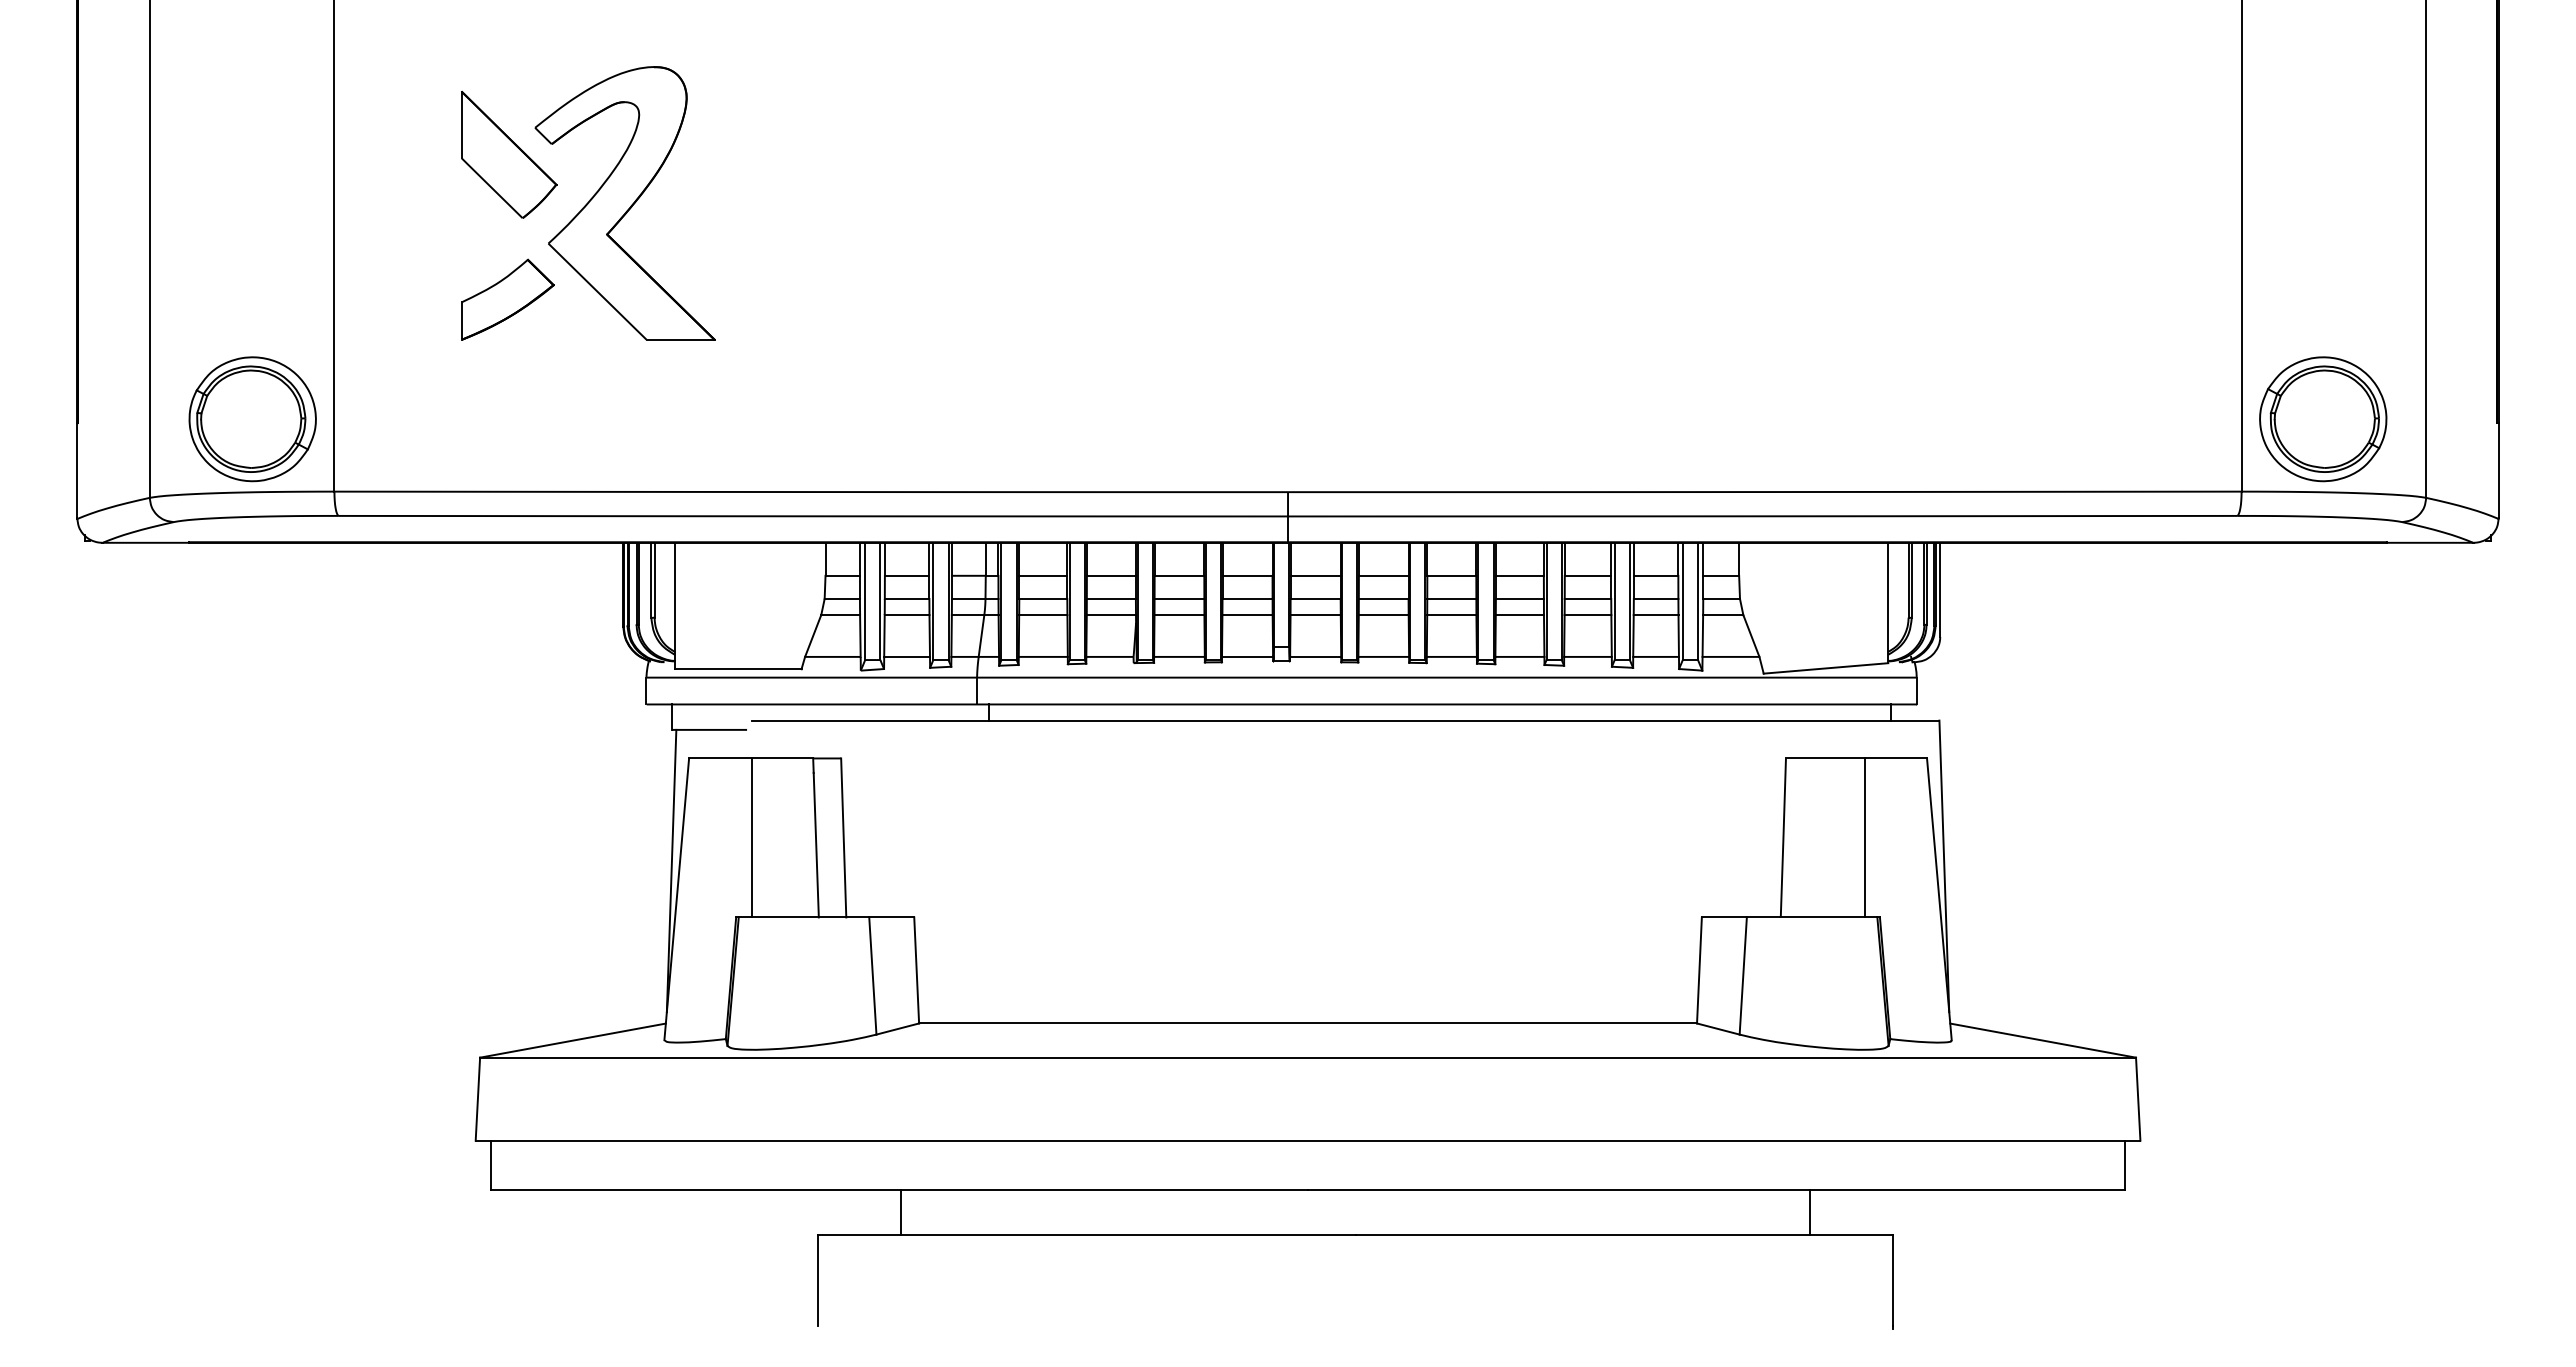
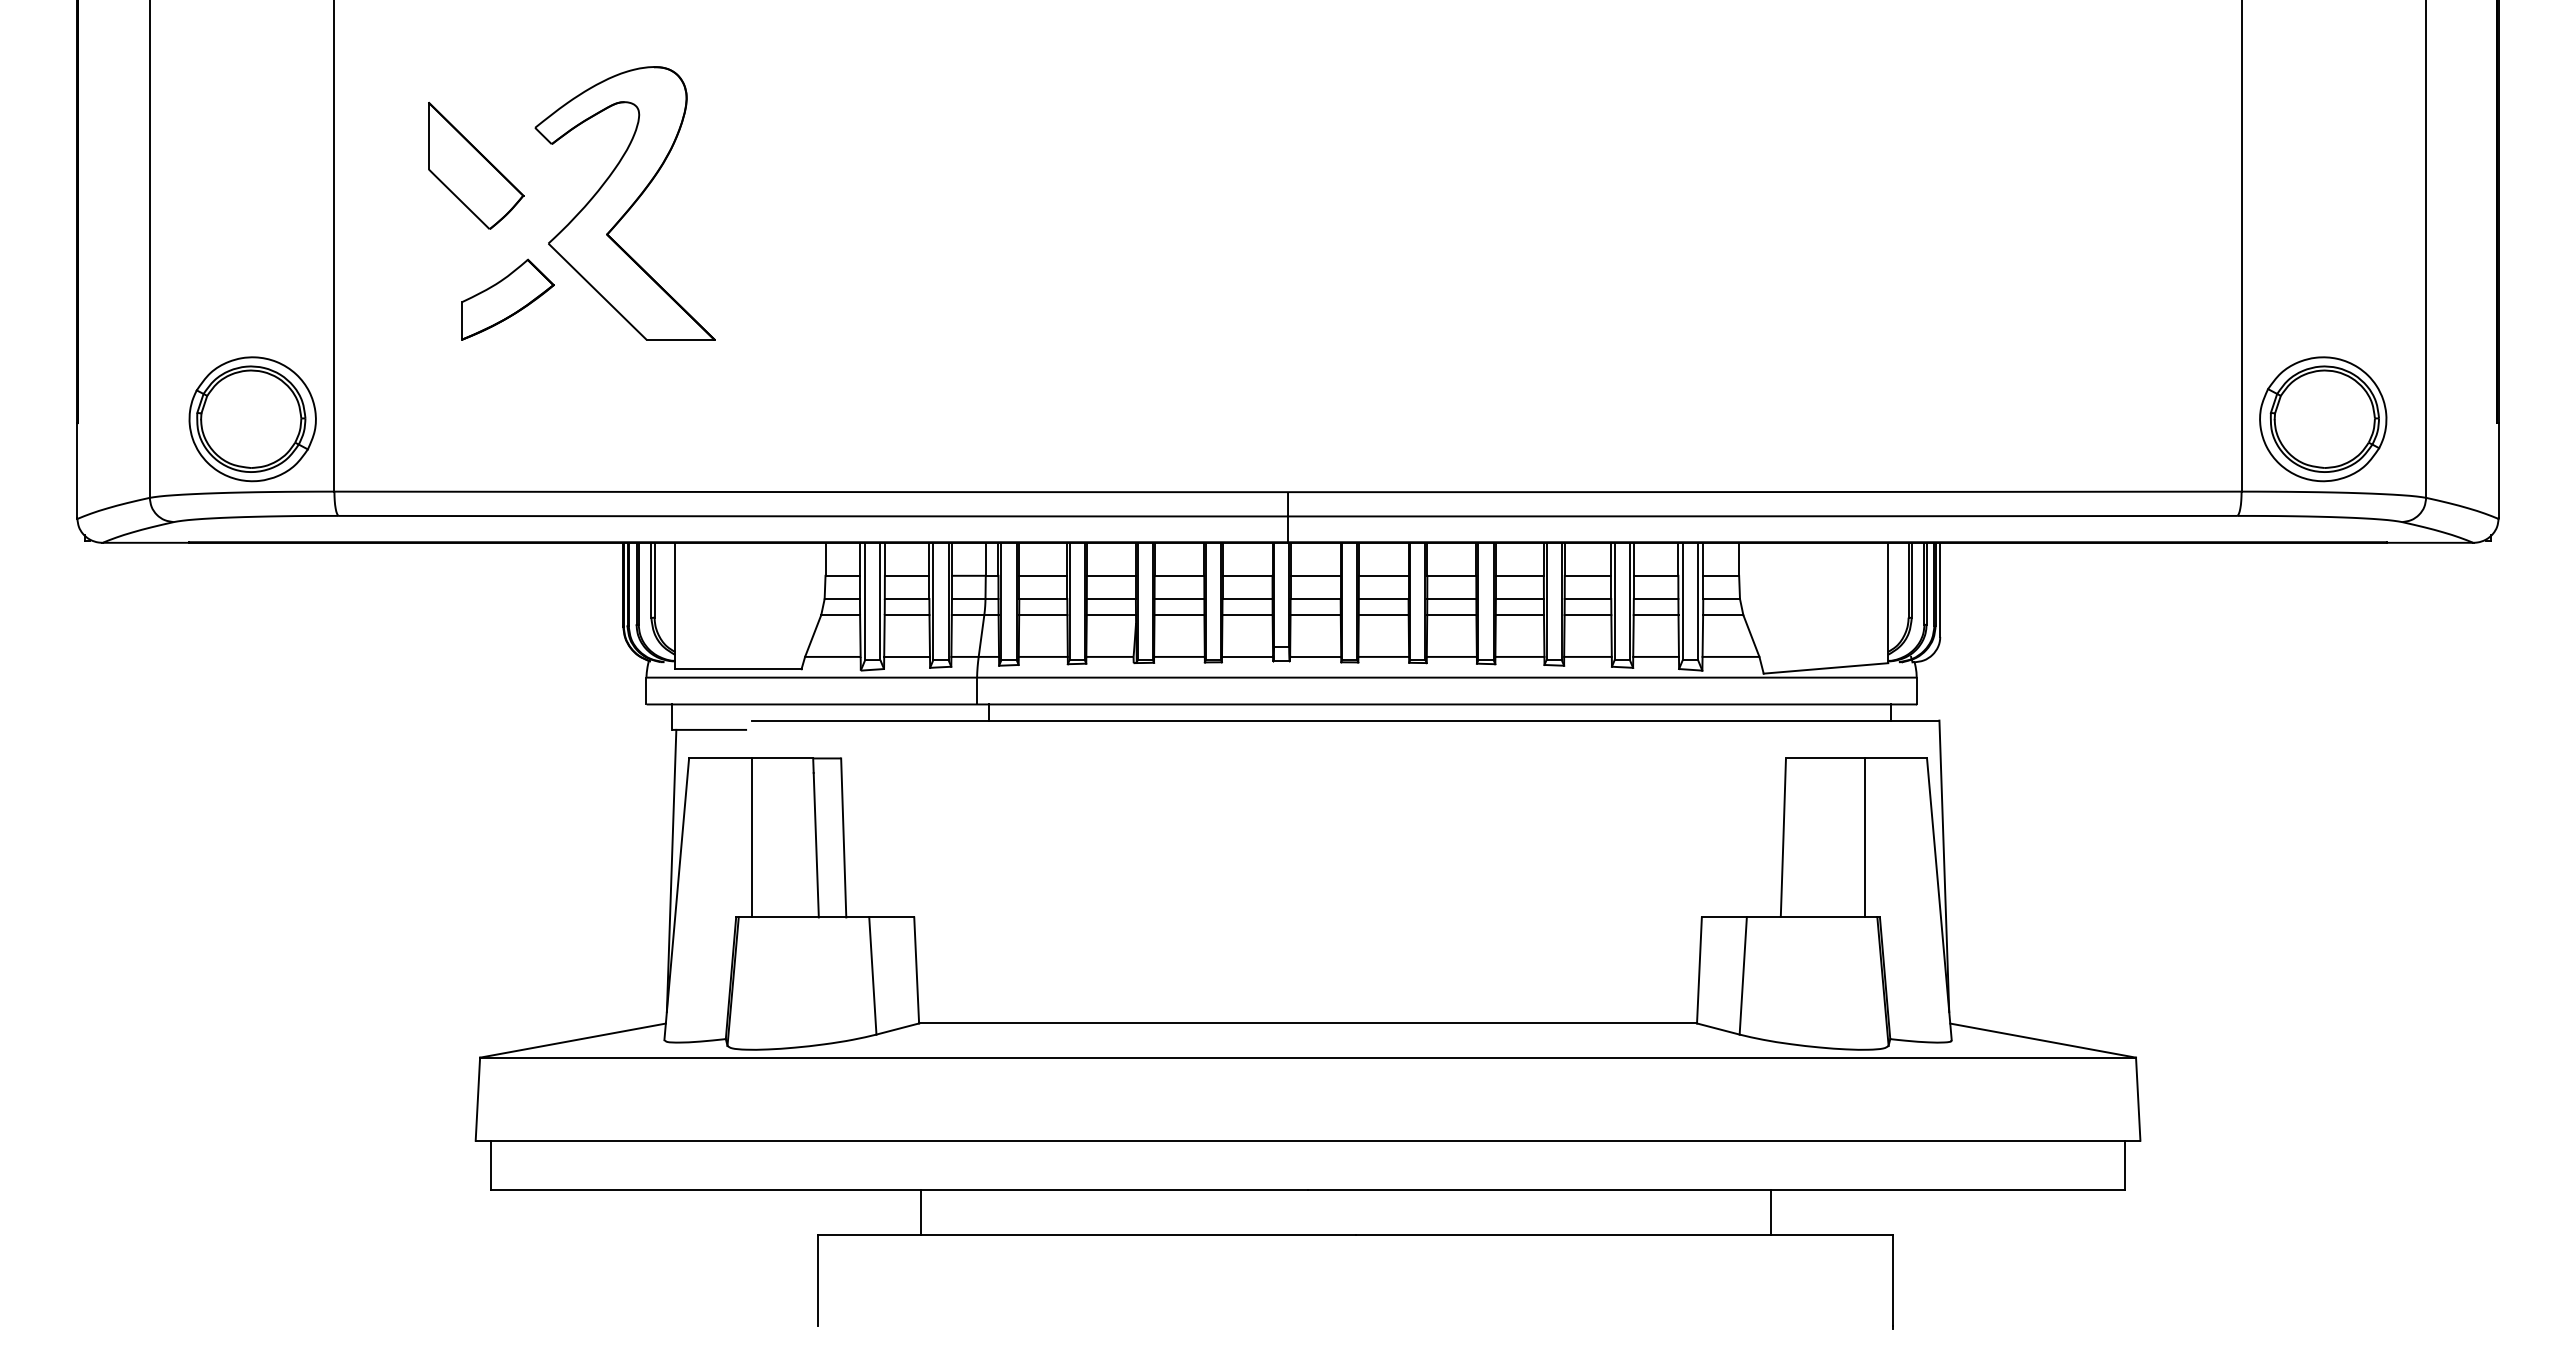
part at (509, 154) position: (509, 154) -> (476, 165)
line at (901, 1212) position: (901, 1212) -> (921, 1212)
line at (1809, 1212) position: (1809, 1212) -> (1770, 1212)
